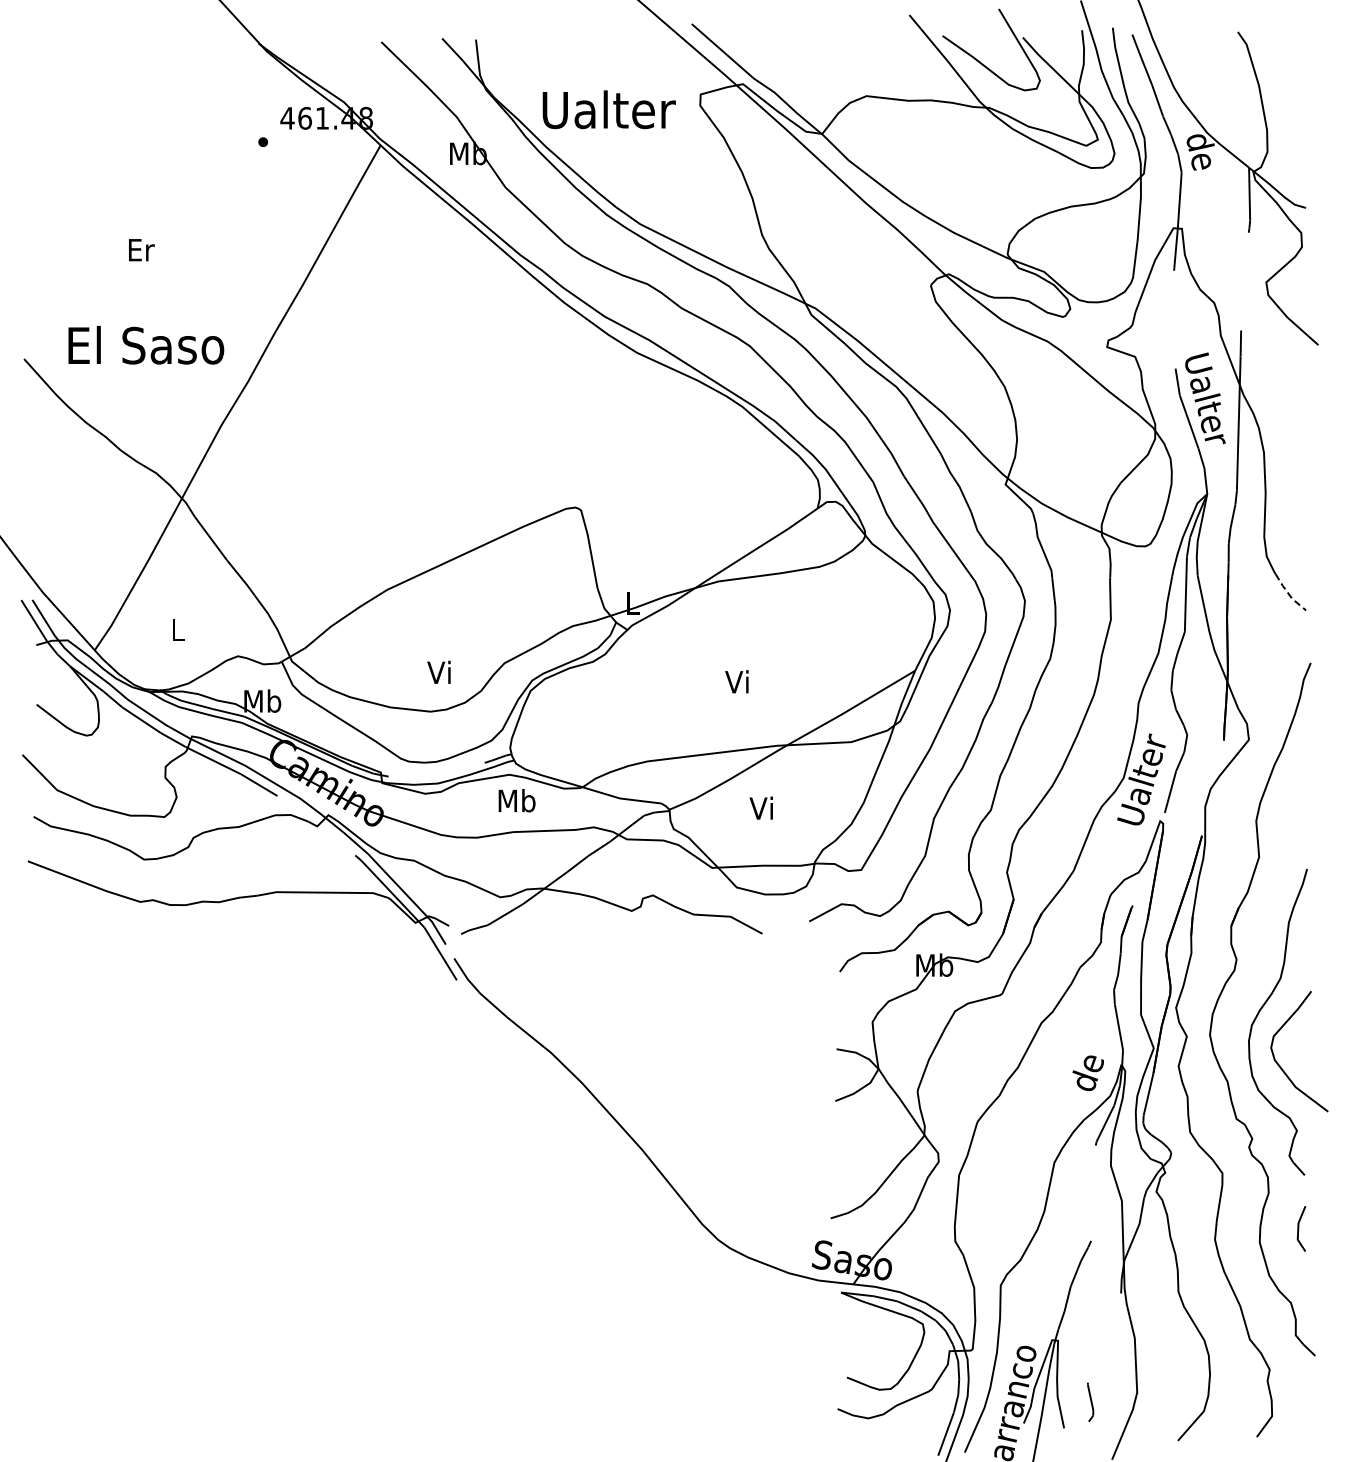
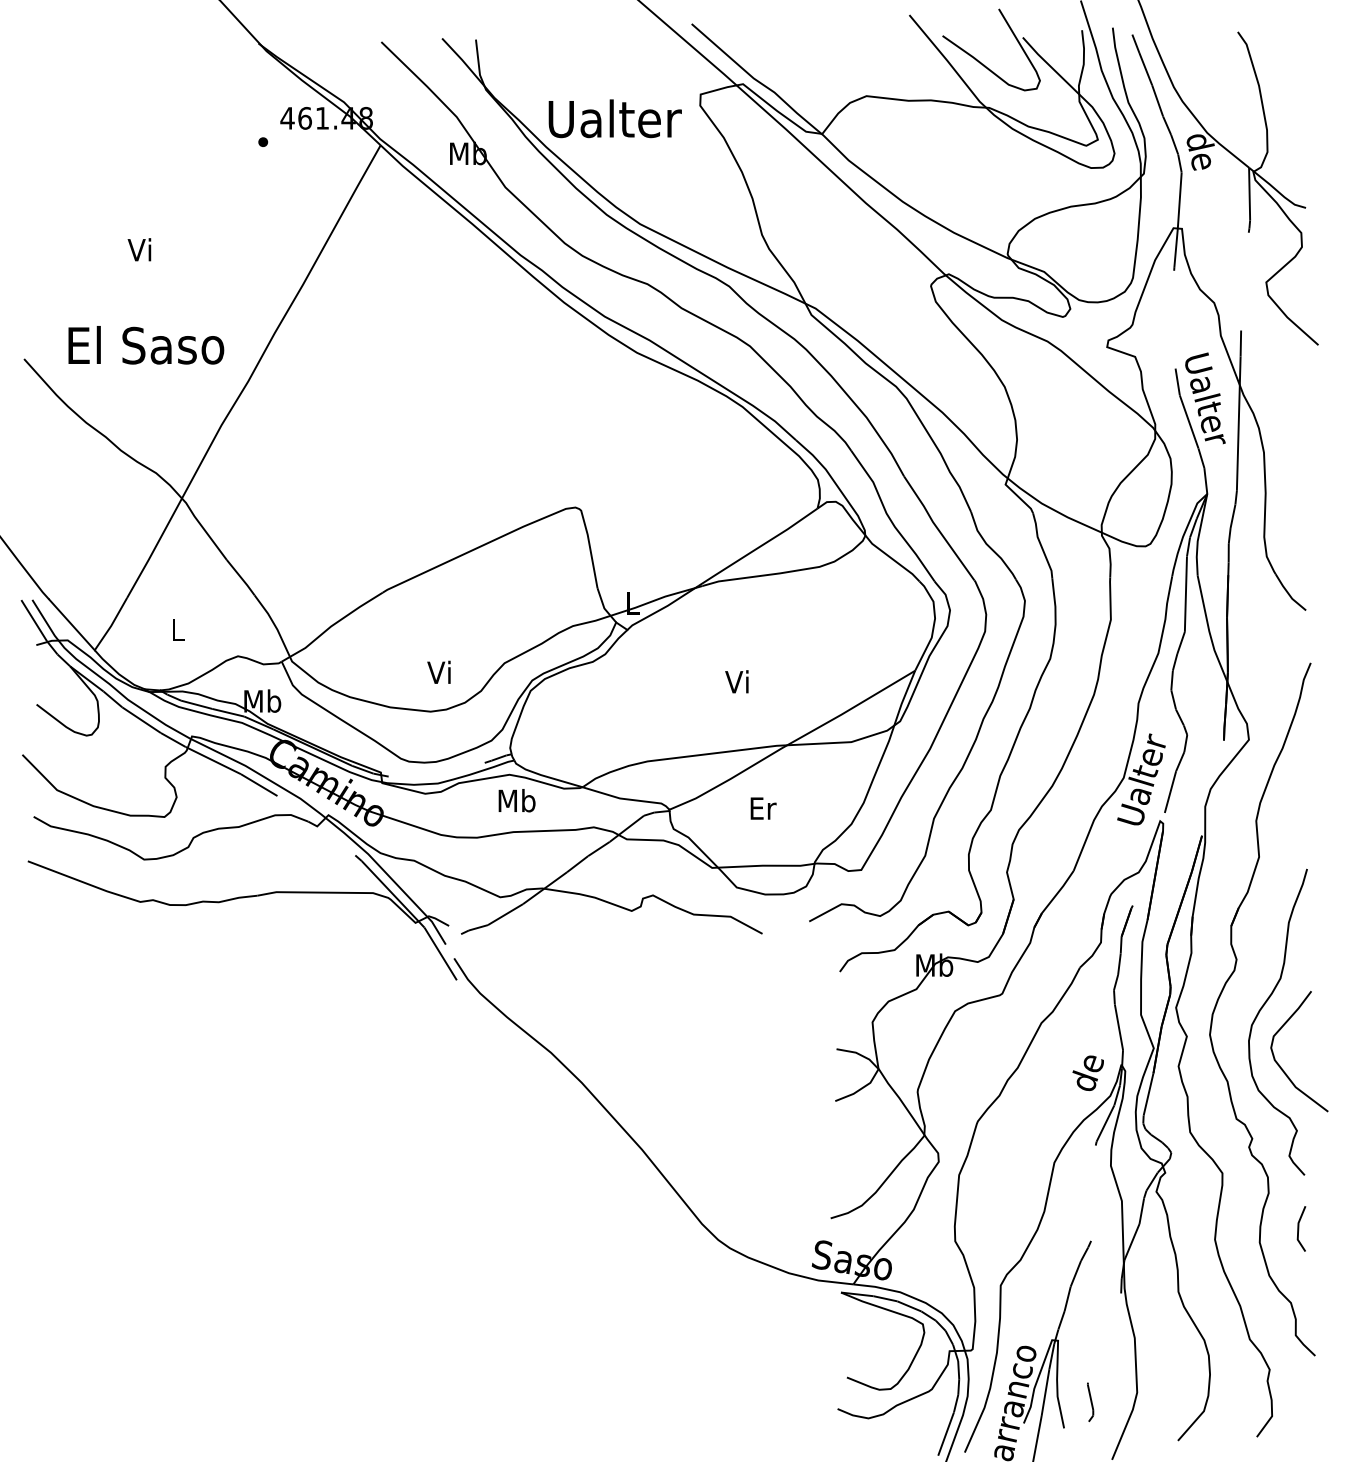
text at (608, 109) position: (608, 109) -> (614, 118)
text at (140, 249): Er -> Vi
line at (1289, 594): dashed -> solid
text at (762, 807): Vi -> Er
